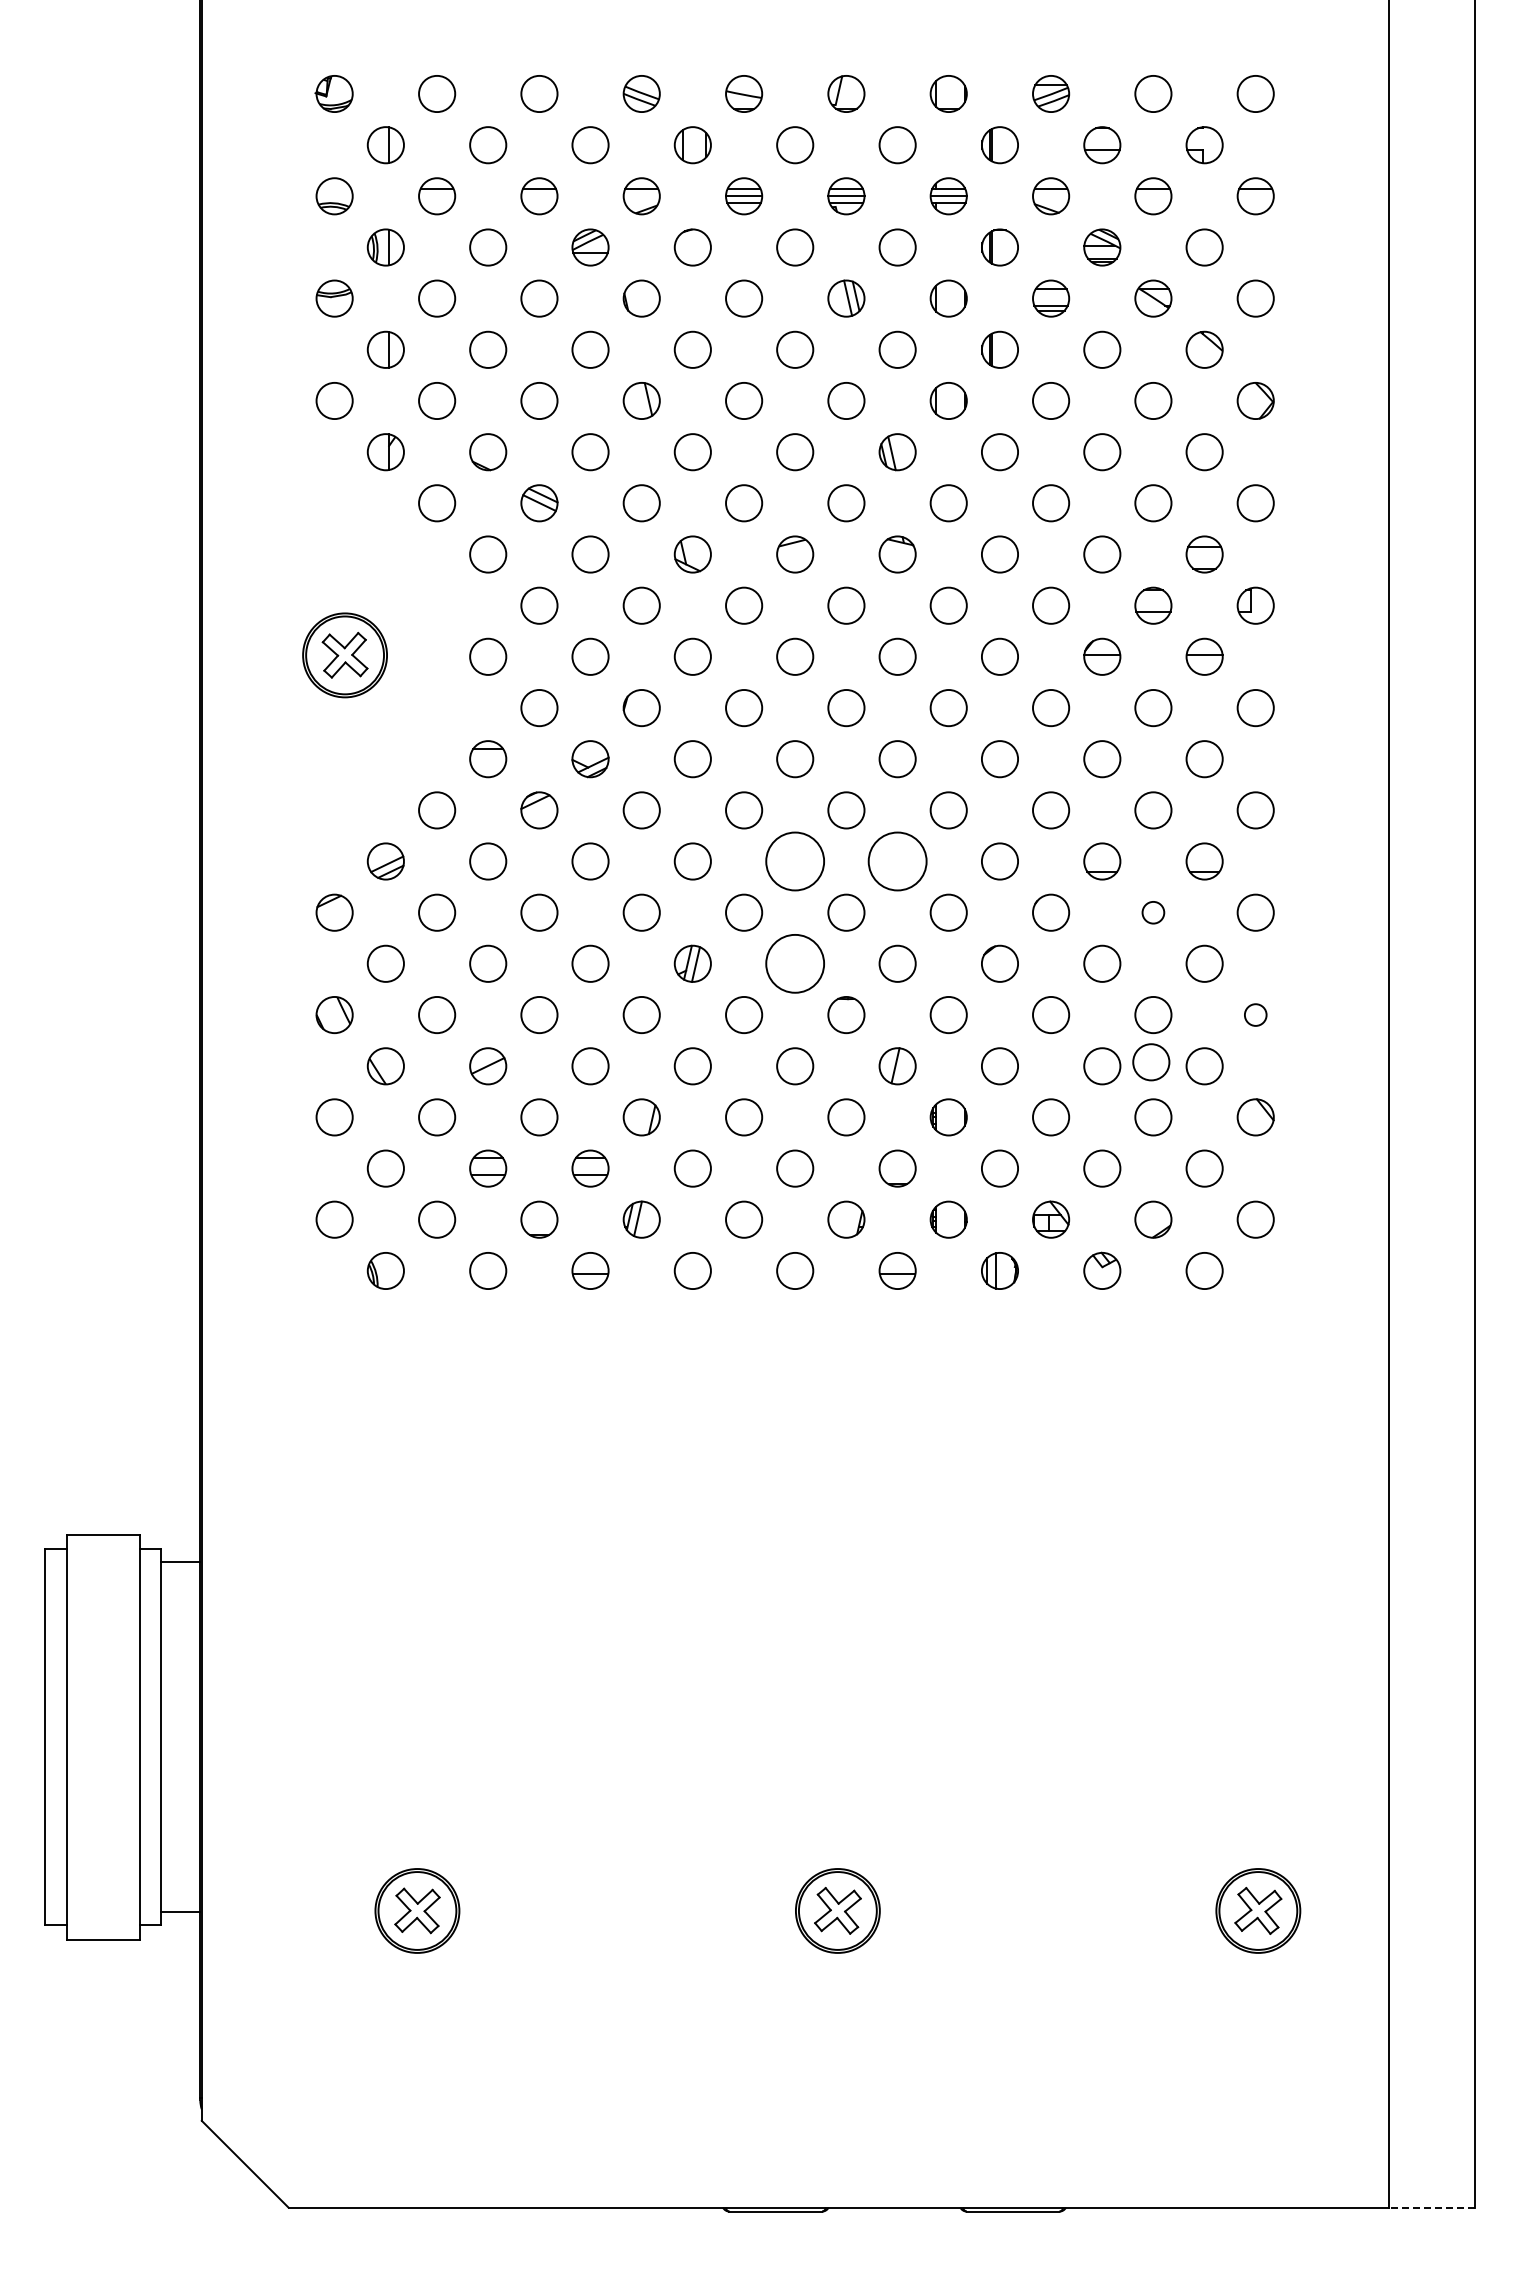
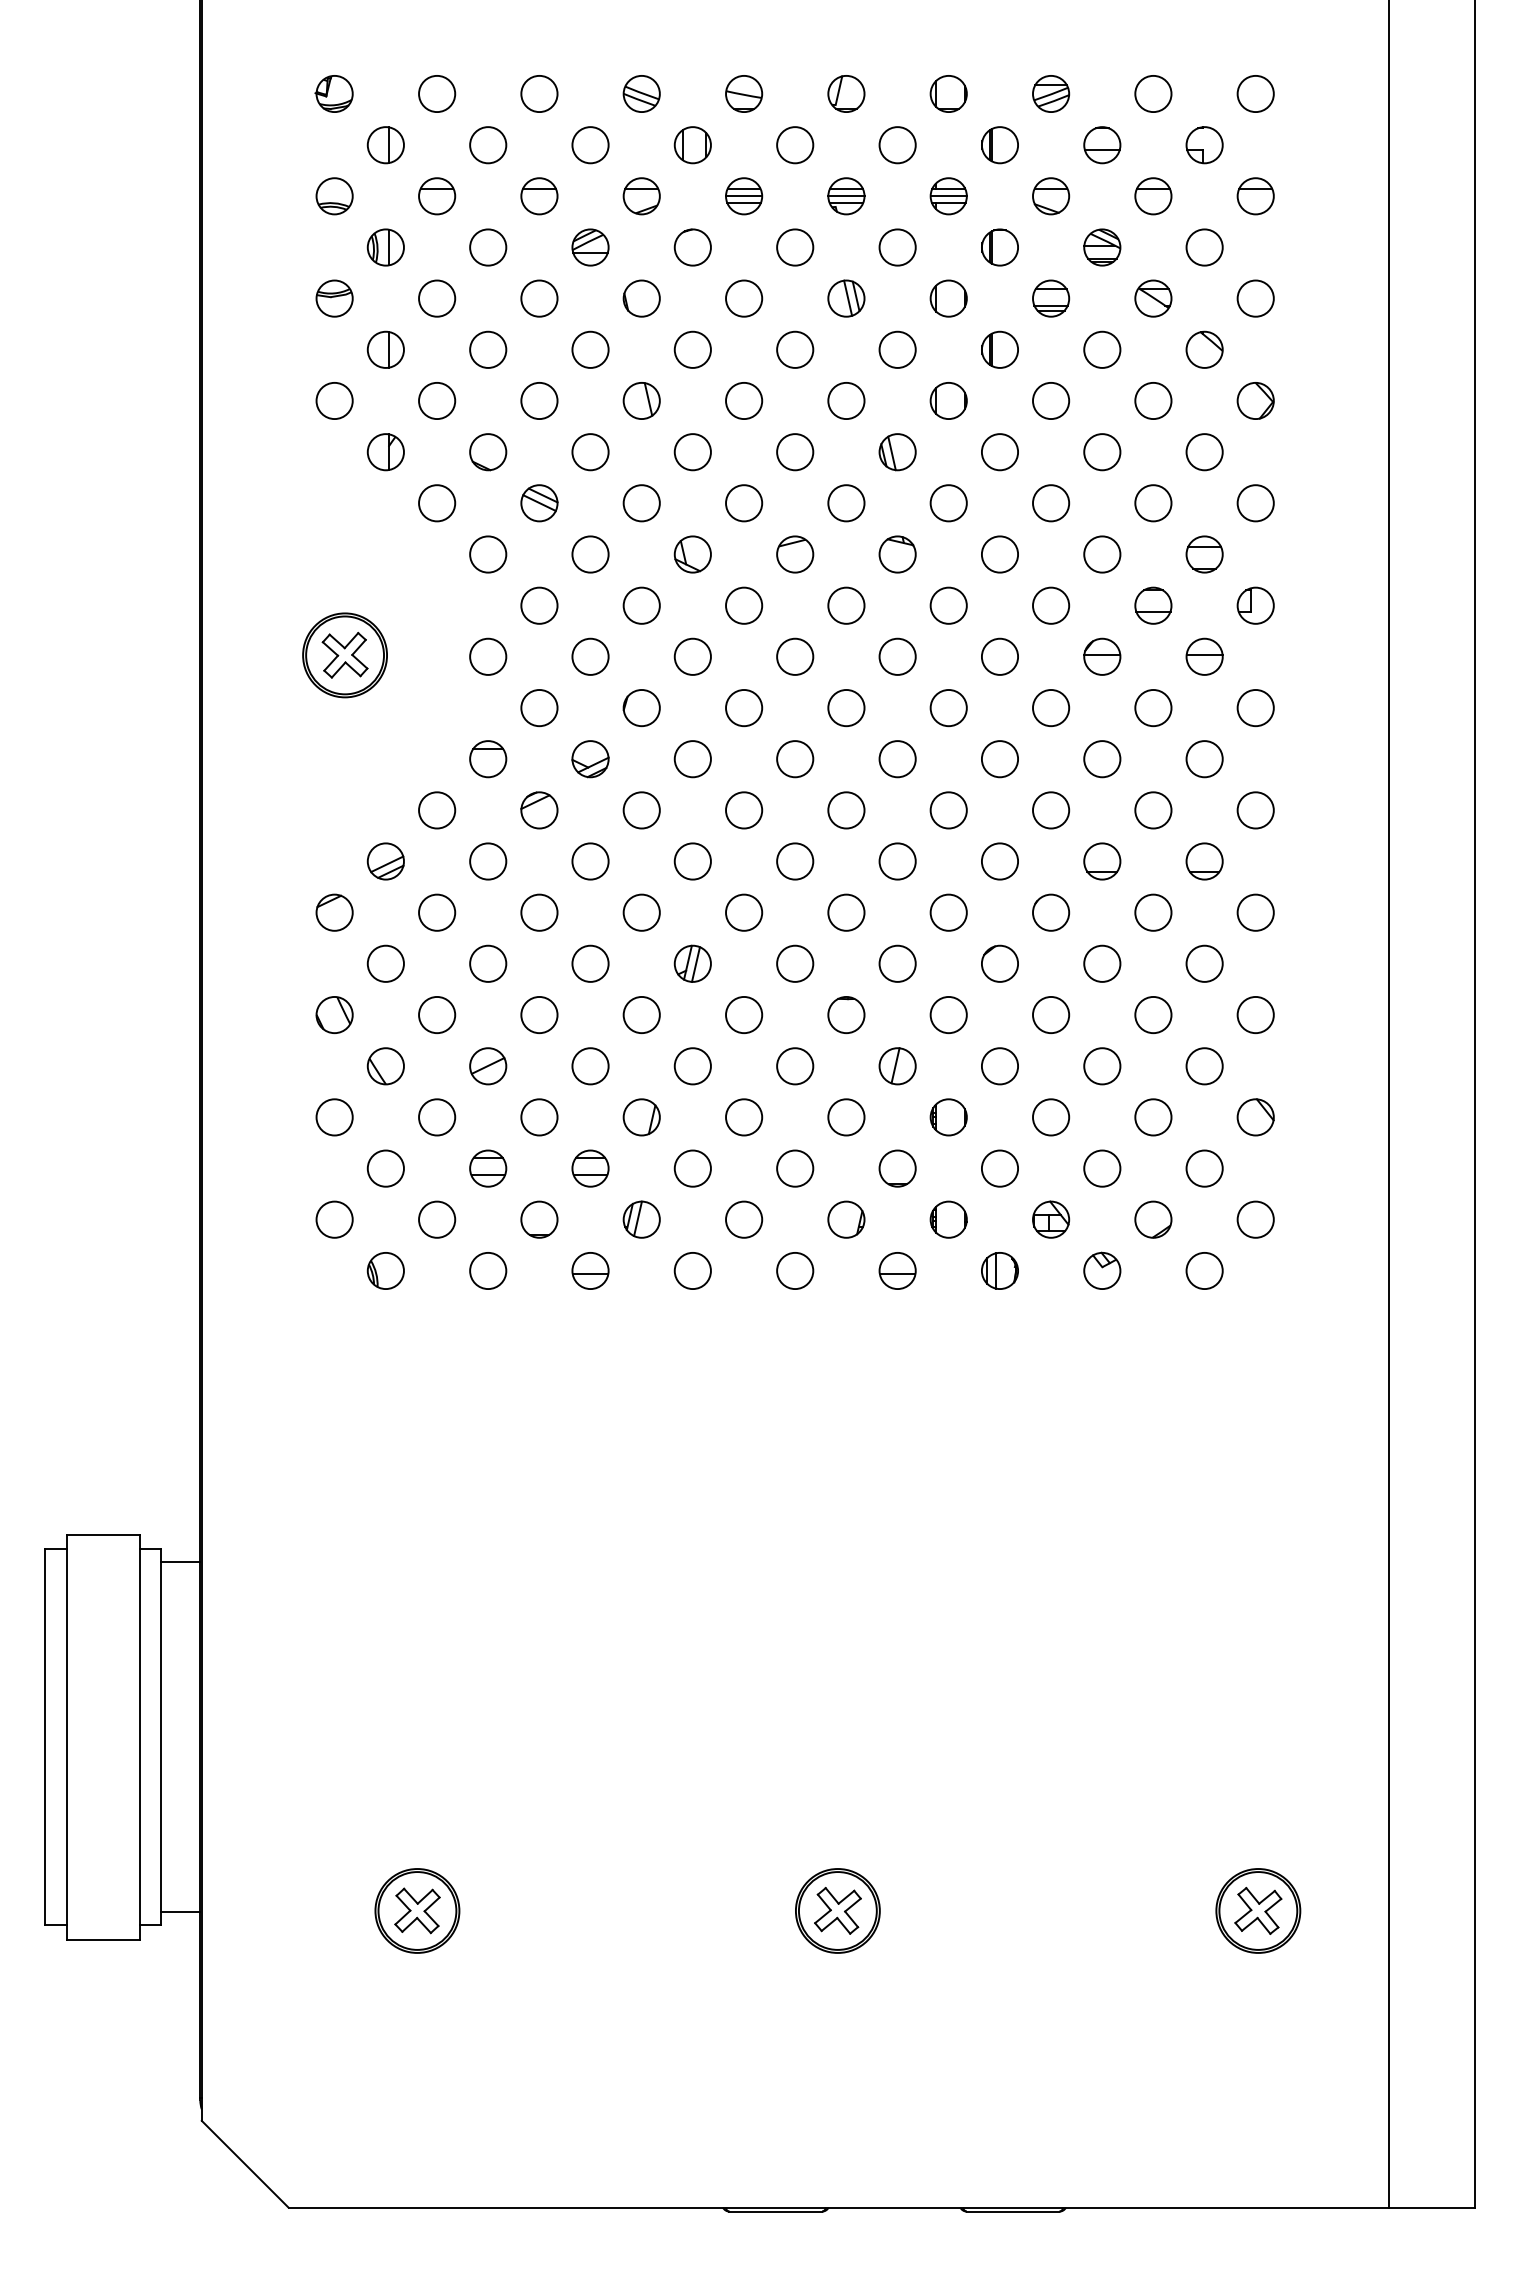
circle at (795, 861) diameter: 58 px -> 36 px
circle at (897, 861) diameter: 58 px -> 36 px
circle at (1153, 912) diameter: 22 px -> 36 px
circle at (795, 963) diameter: 58 px -> 36 px
circle at (1255, 1014) diameter: 22 px -> 36 px
circle at (1151, 1062): present -> none
line at (1431, 2207): dashed -> solid
